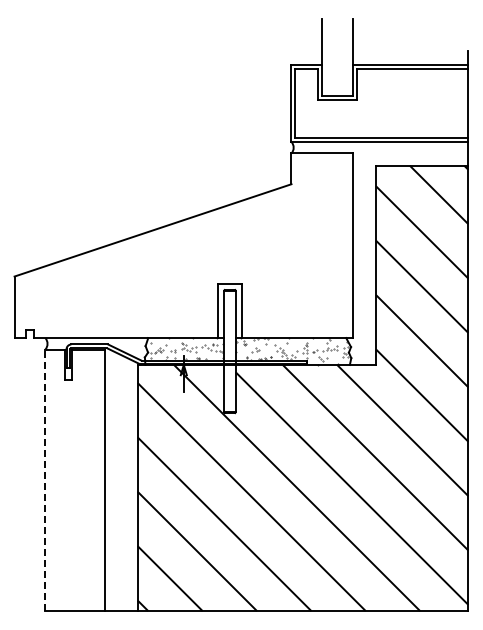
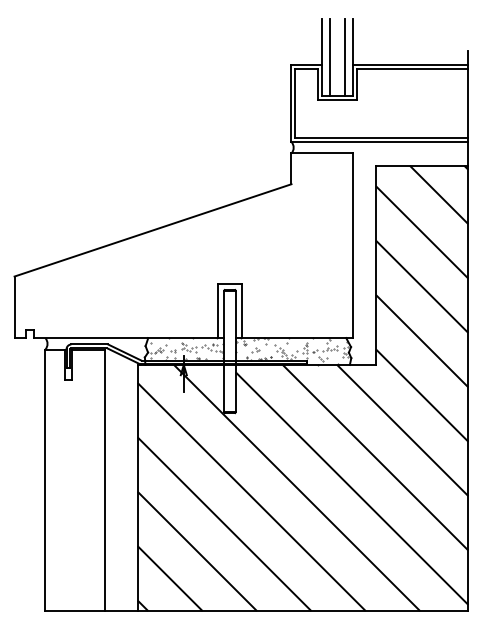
line at (329, 56): none -> present
line at (345, 56): none -> present
line at (45, 480): dashed -> solid
